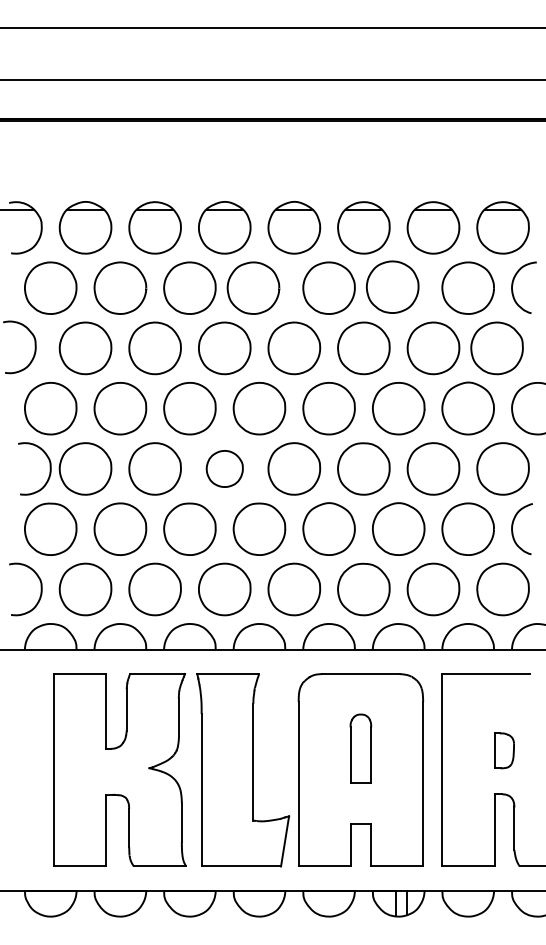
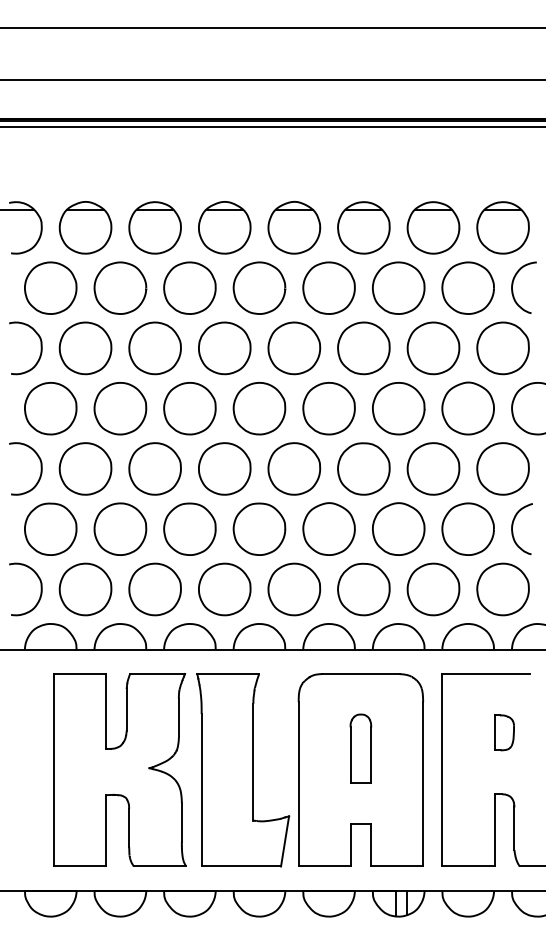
line at (272, 127): none -> present
part at (392, 286) position: (392, 286) -> (398, 287)
part at (253, 287) position: (253, 287) -> (259, 287)
curve at (34, 347) position: (34, 347) -> (40, 348)
part at (496, 348) position: (496, 348) -> (502, 348)
curve at (49, 468) position: (49, 468) -> (40, 468)
part at (224, 468) size: 39x38 px -> 54x54 px
part at (504, 750) position: (504, 750) -> (504, 732)
